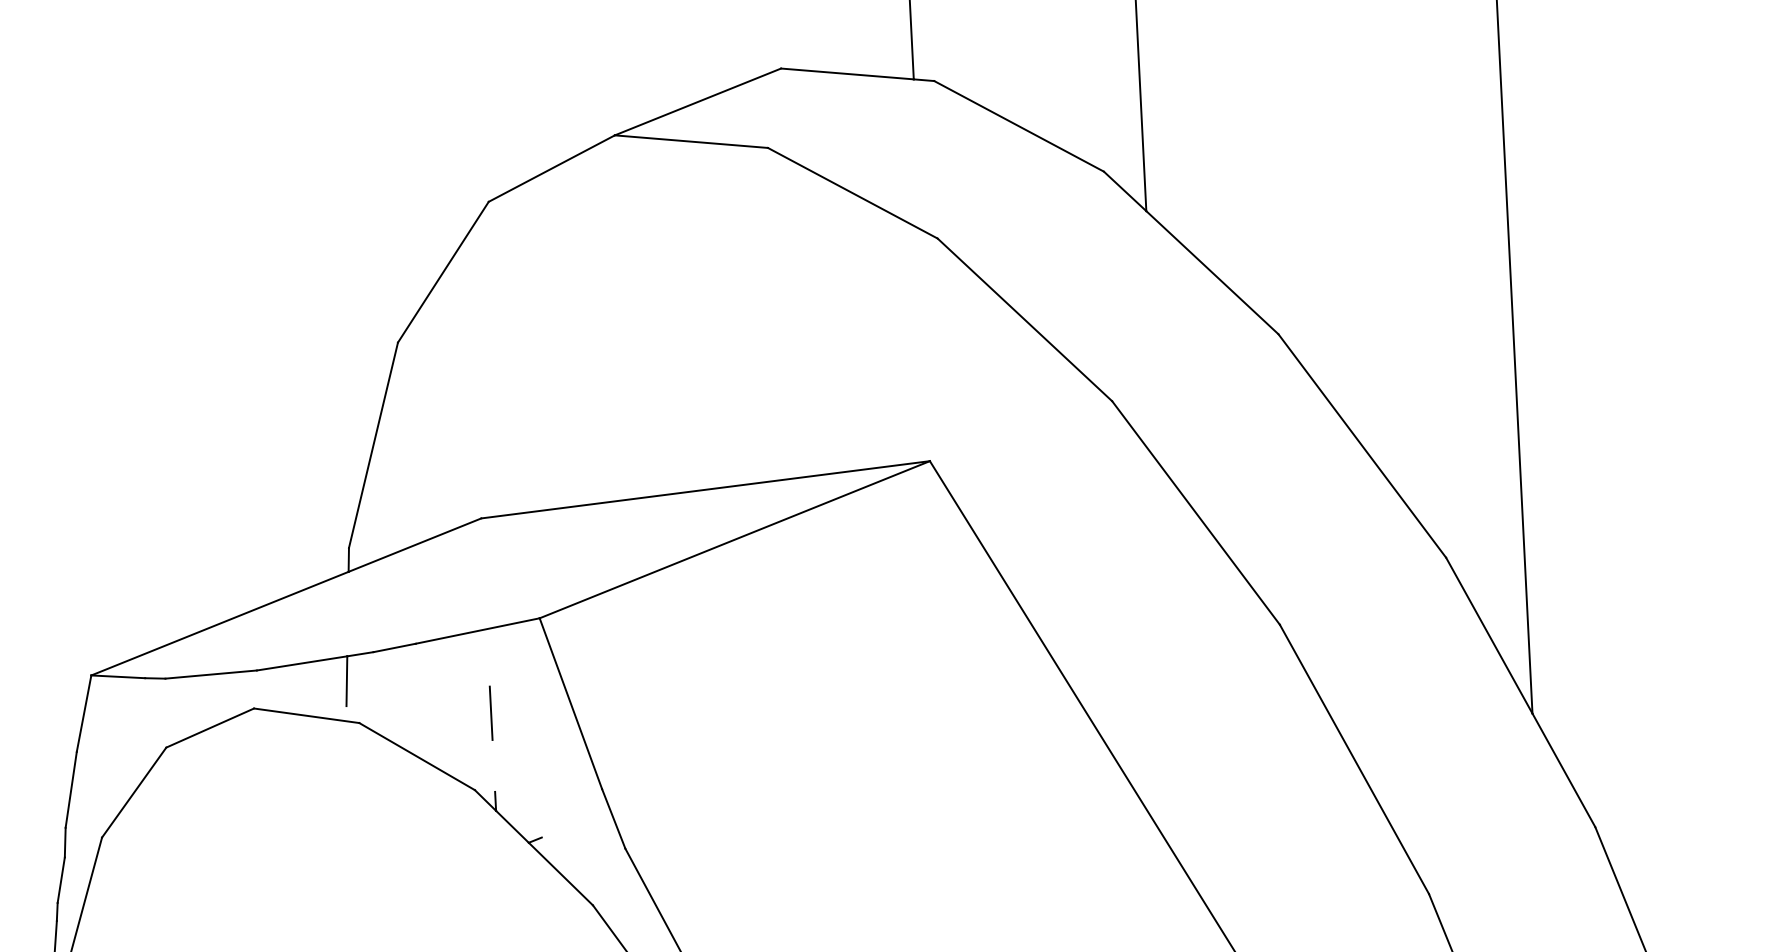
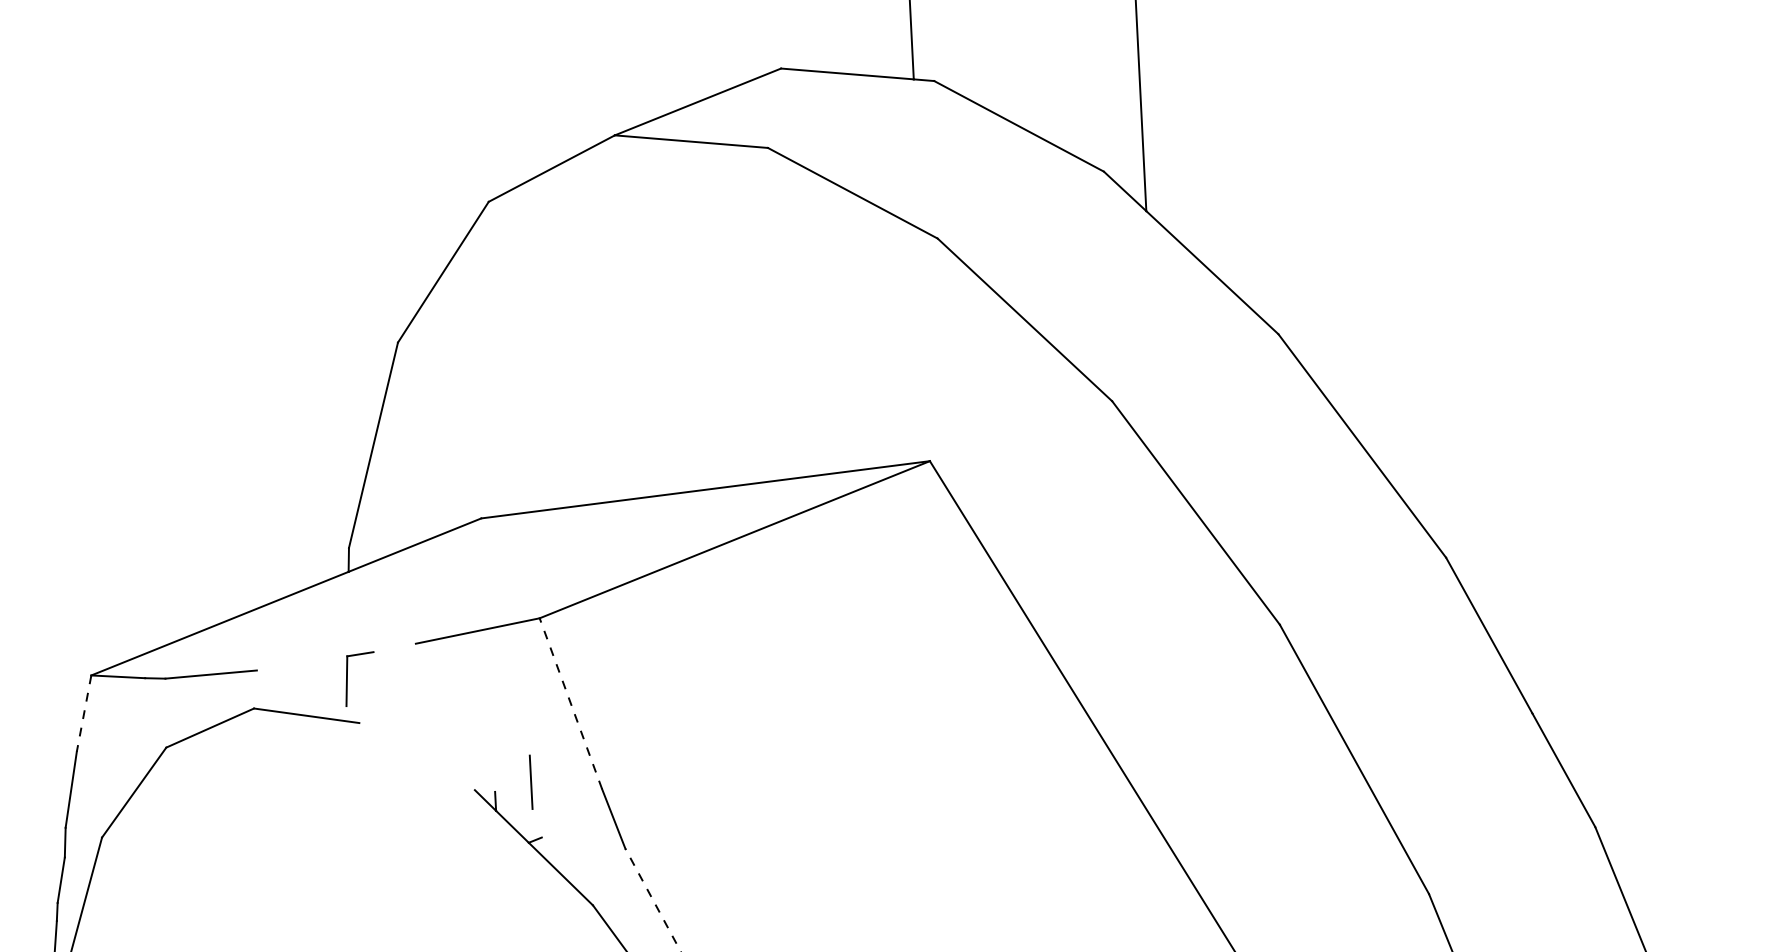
line at (1514, 357): present -> none
line at (394, 647): present -> none
line at (301, 663): present -> none
line at (570, 703): solid -> dashed
line at (490, 712) position: (490, 712) -> (530, 781)
line at (84, 713): solid -> dashed
line at (416, 756): present -> none
line at (652, 899): solid -> dashed
